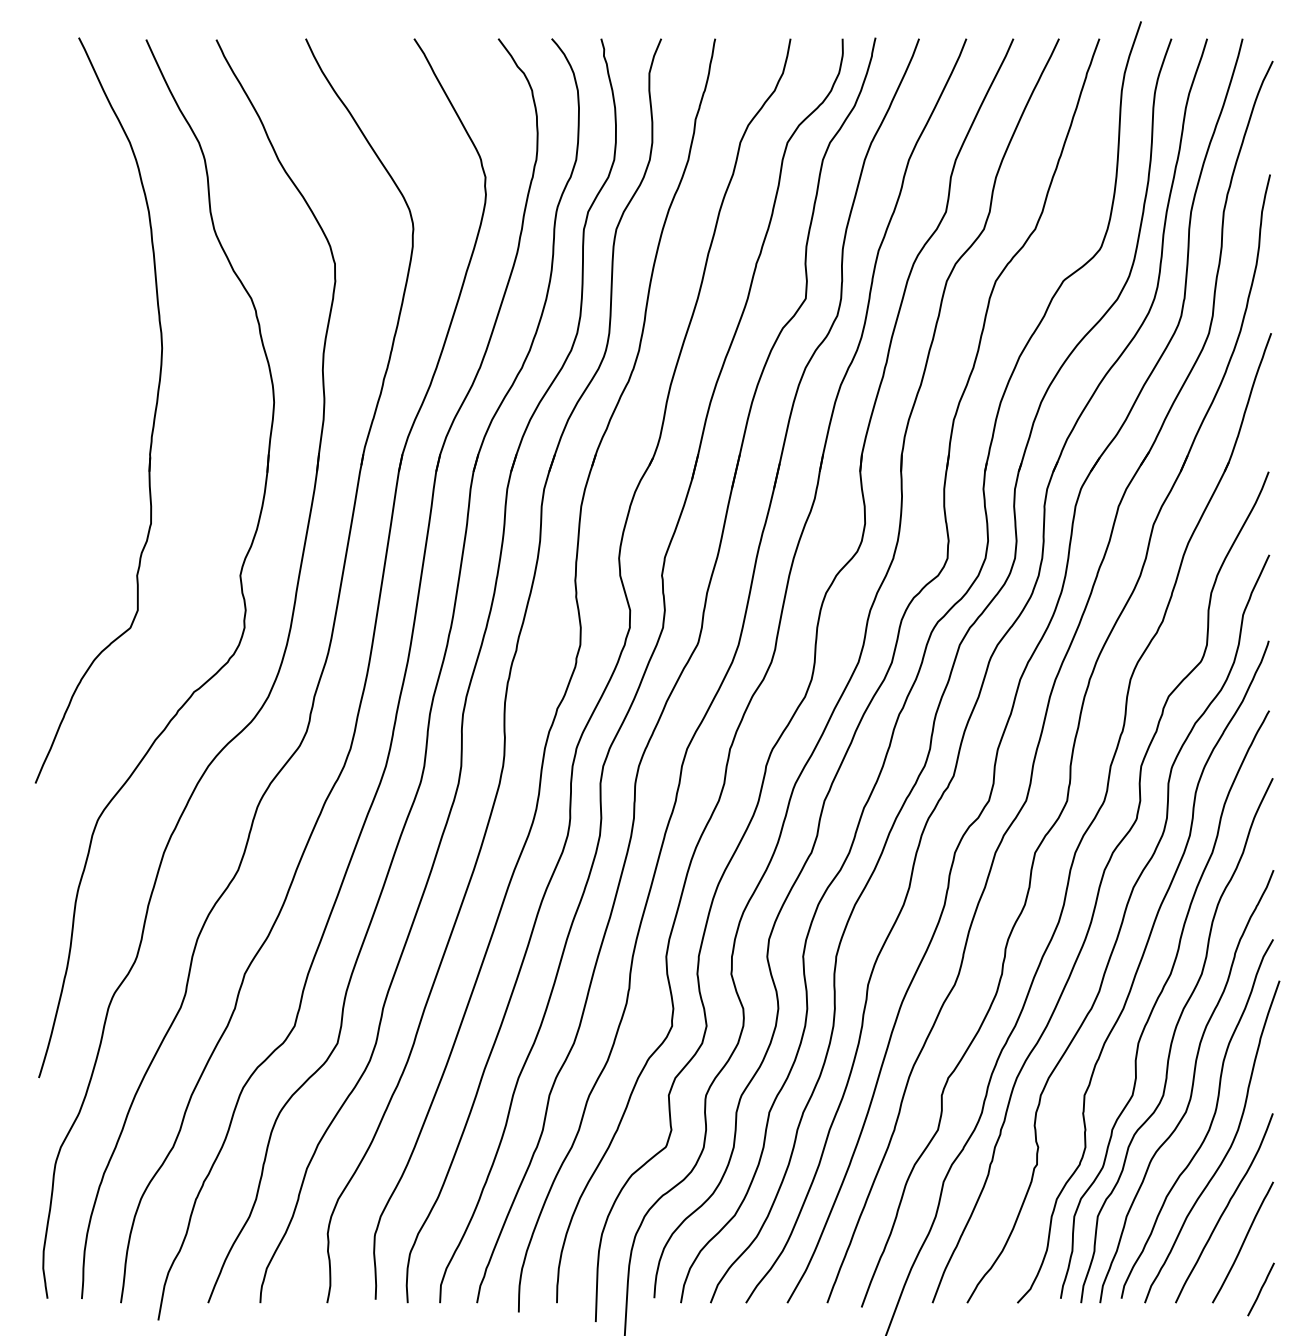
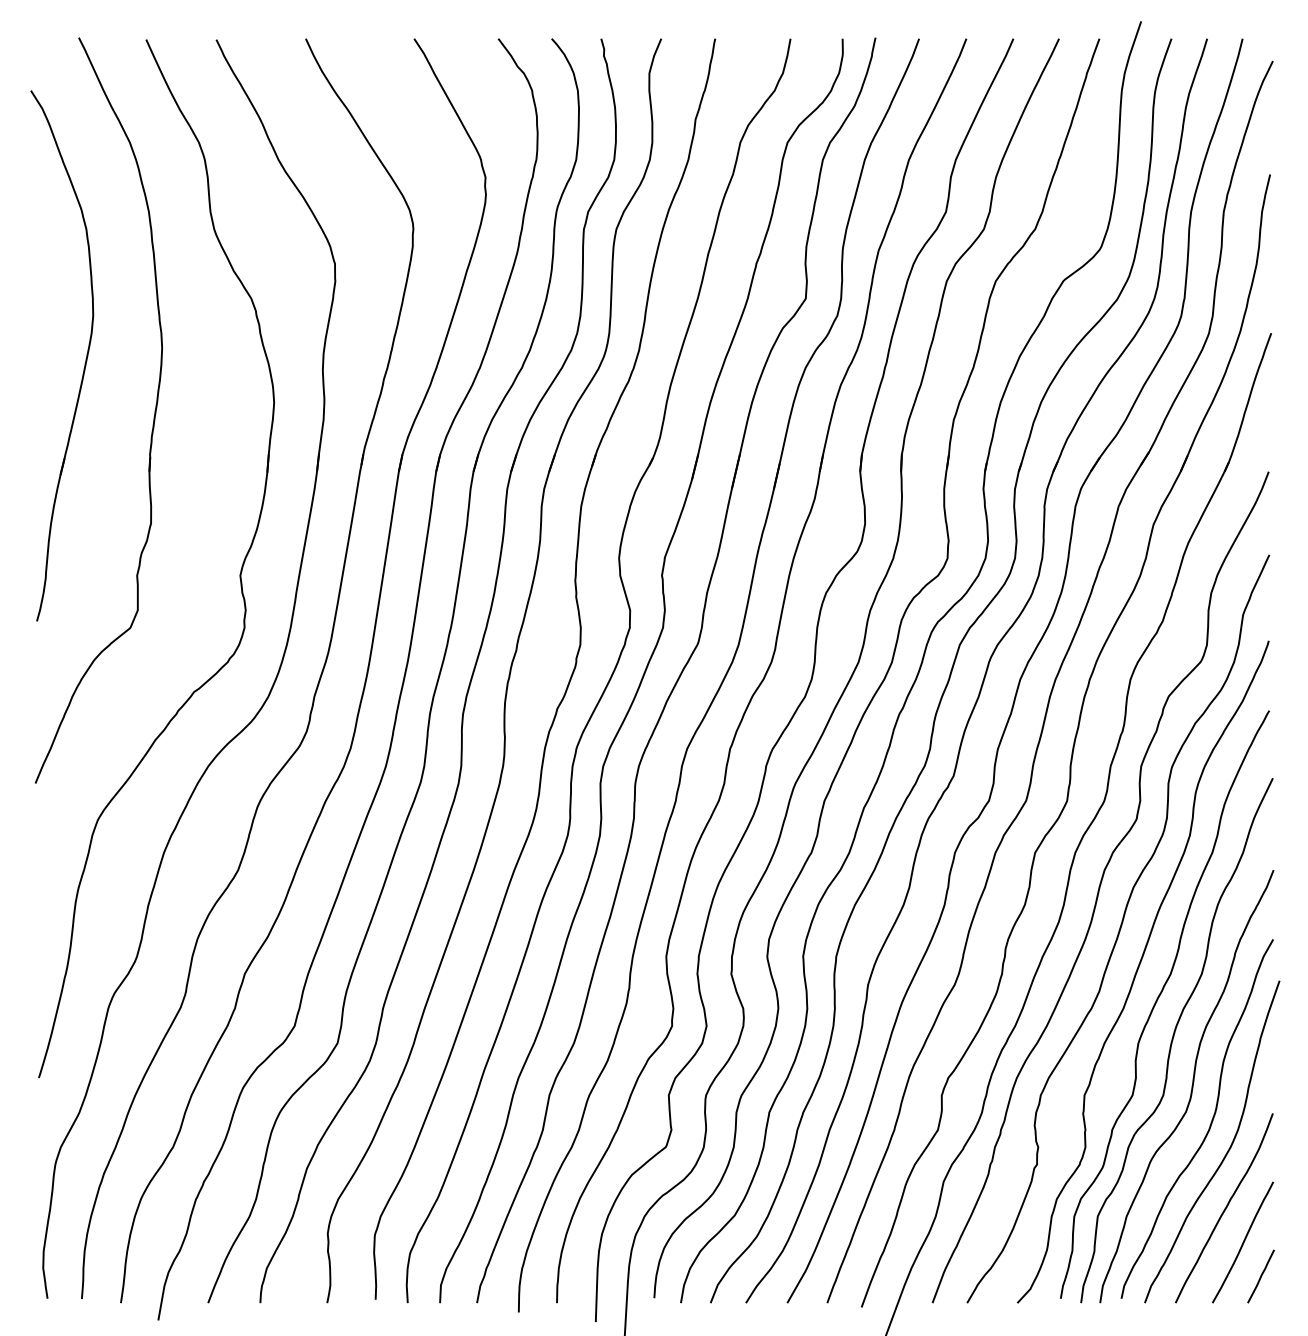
part at (85, 358): none -> present
line at (1260, 1289) position: (1260, 1289) -> (1260, 1276)
